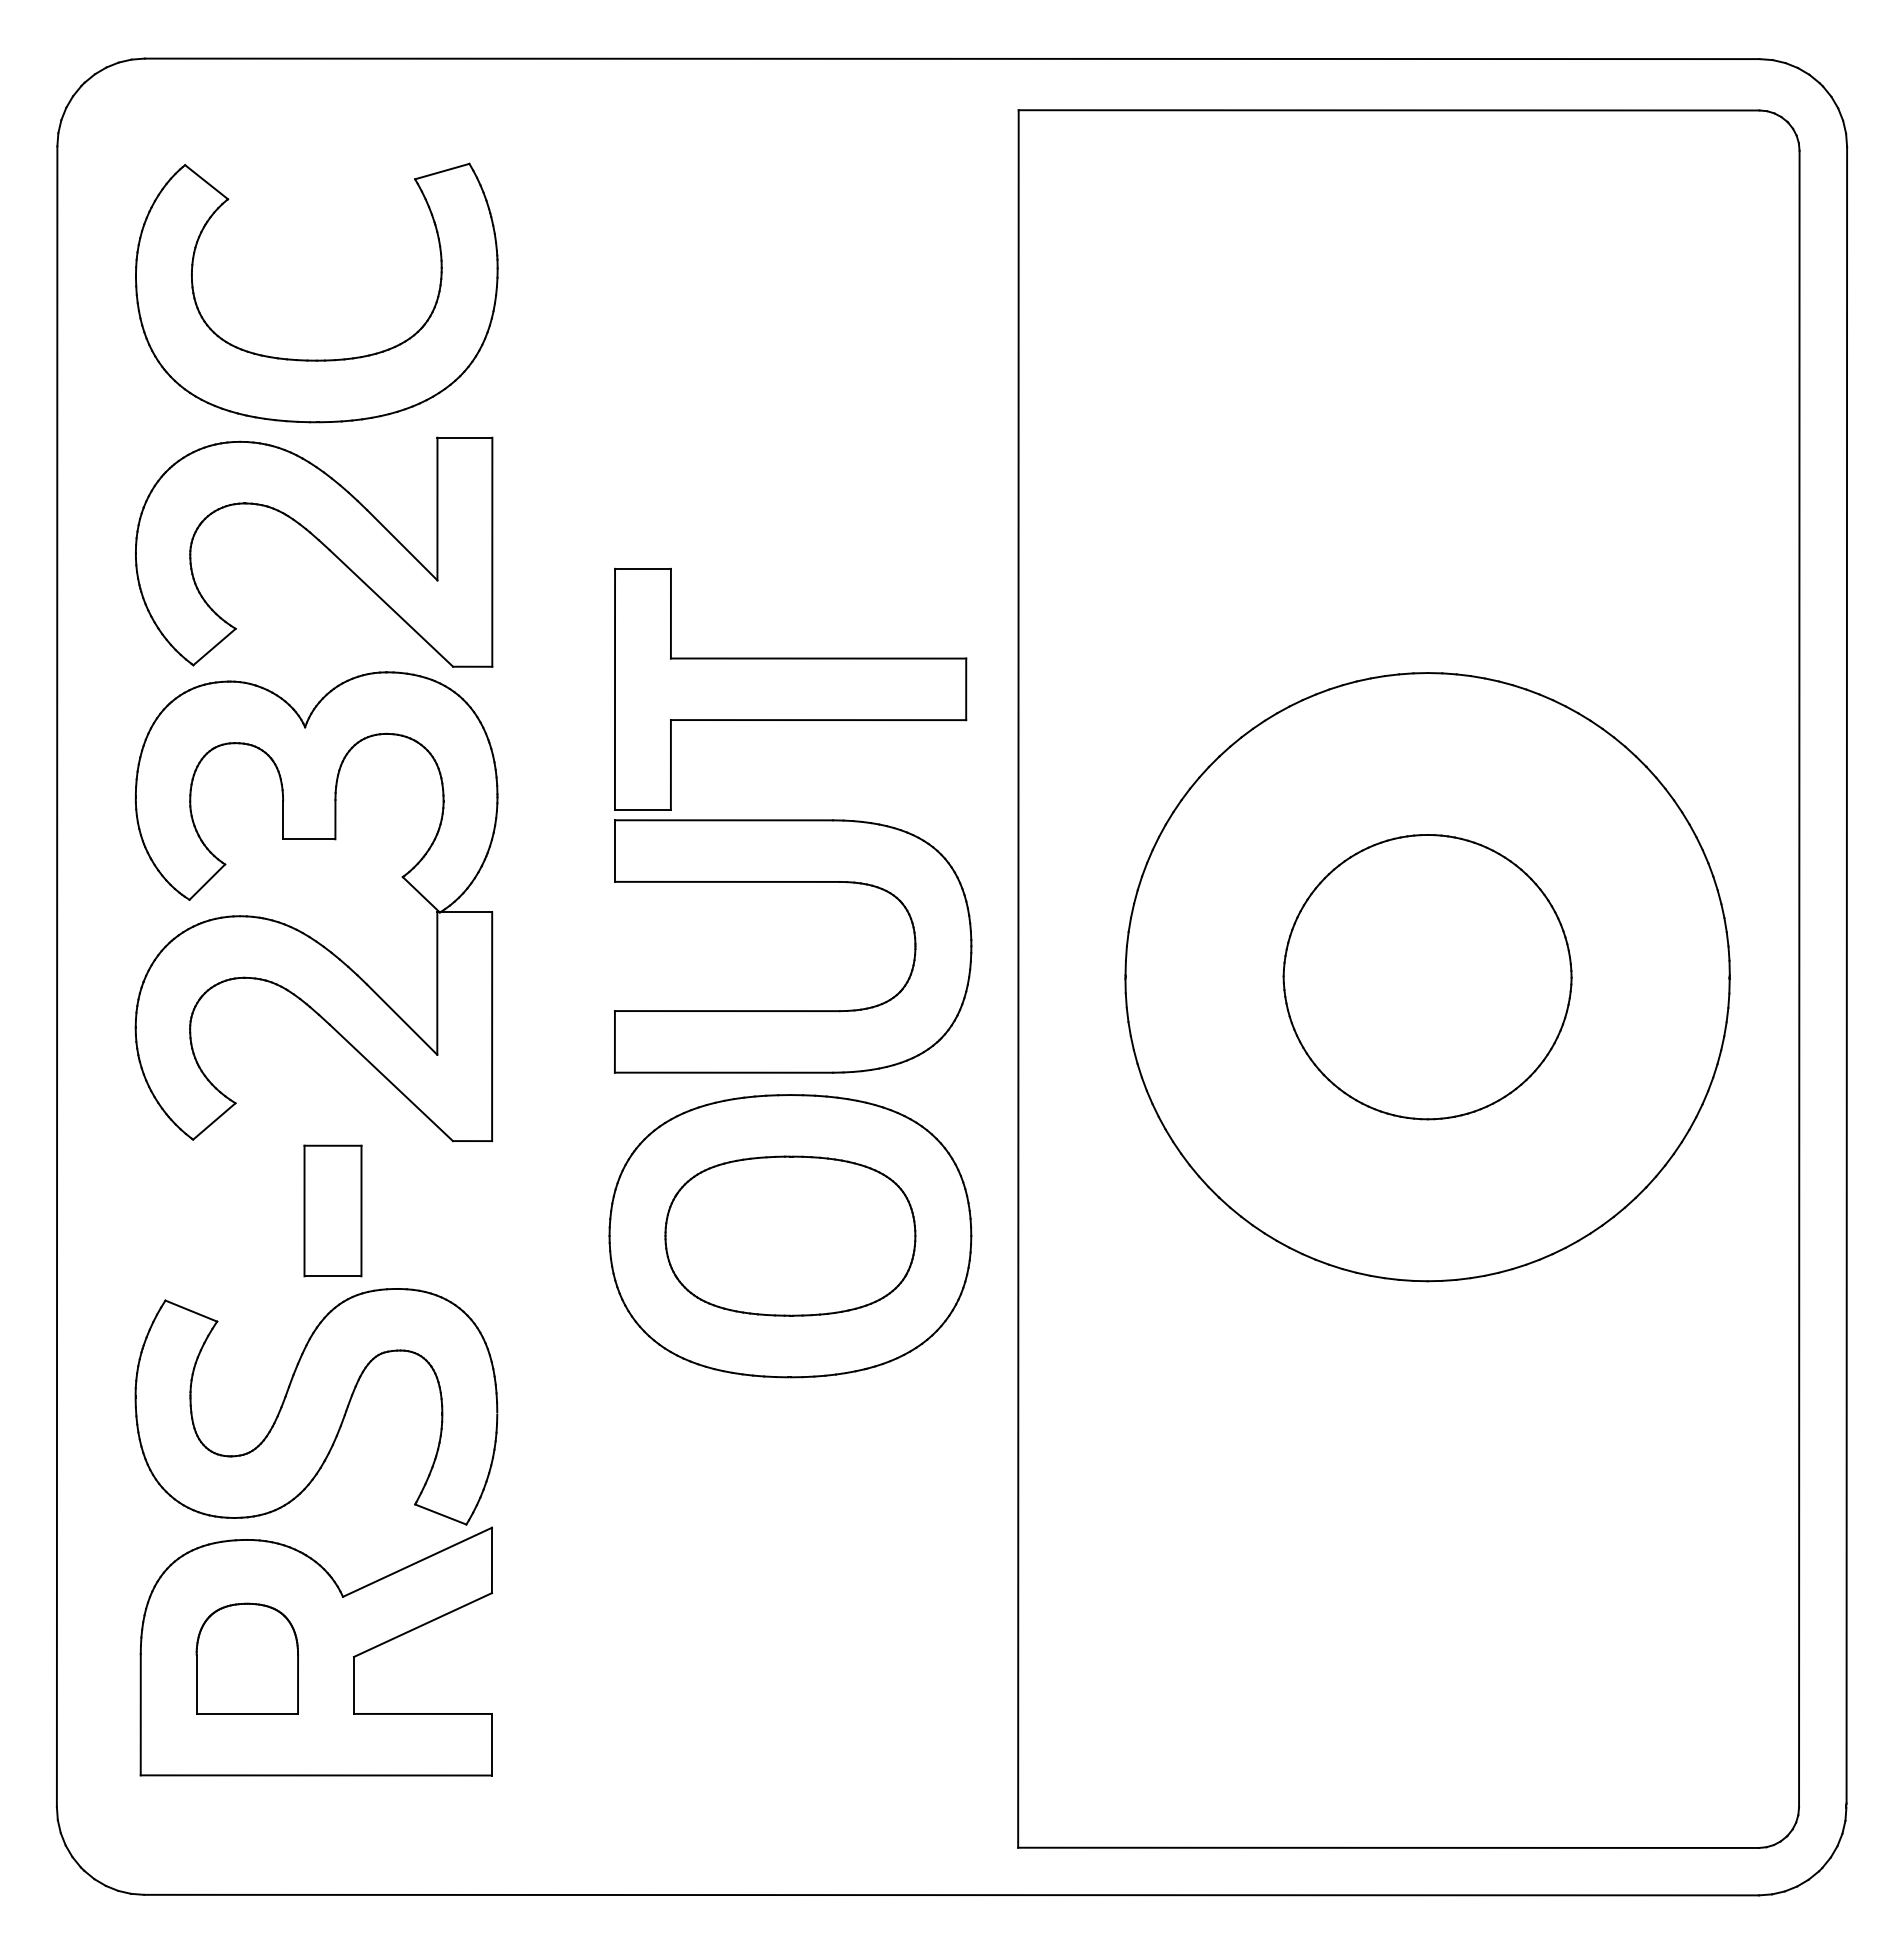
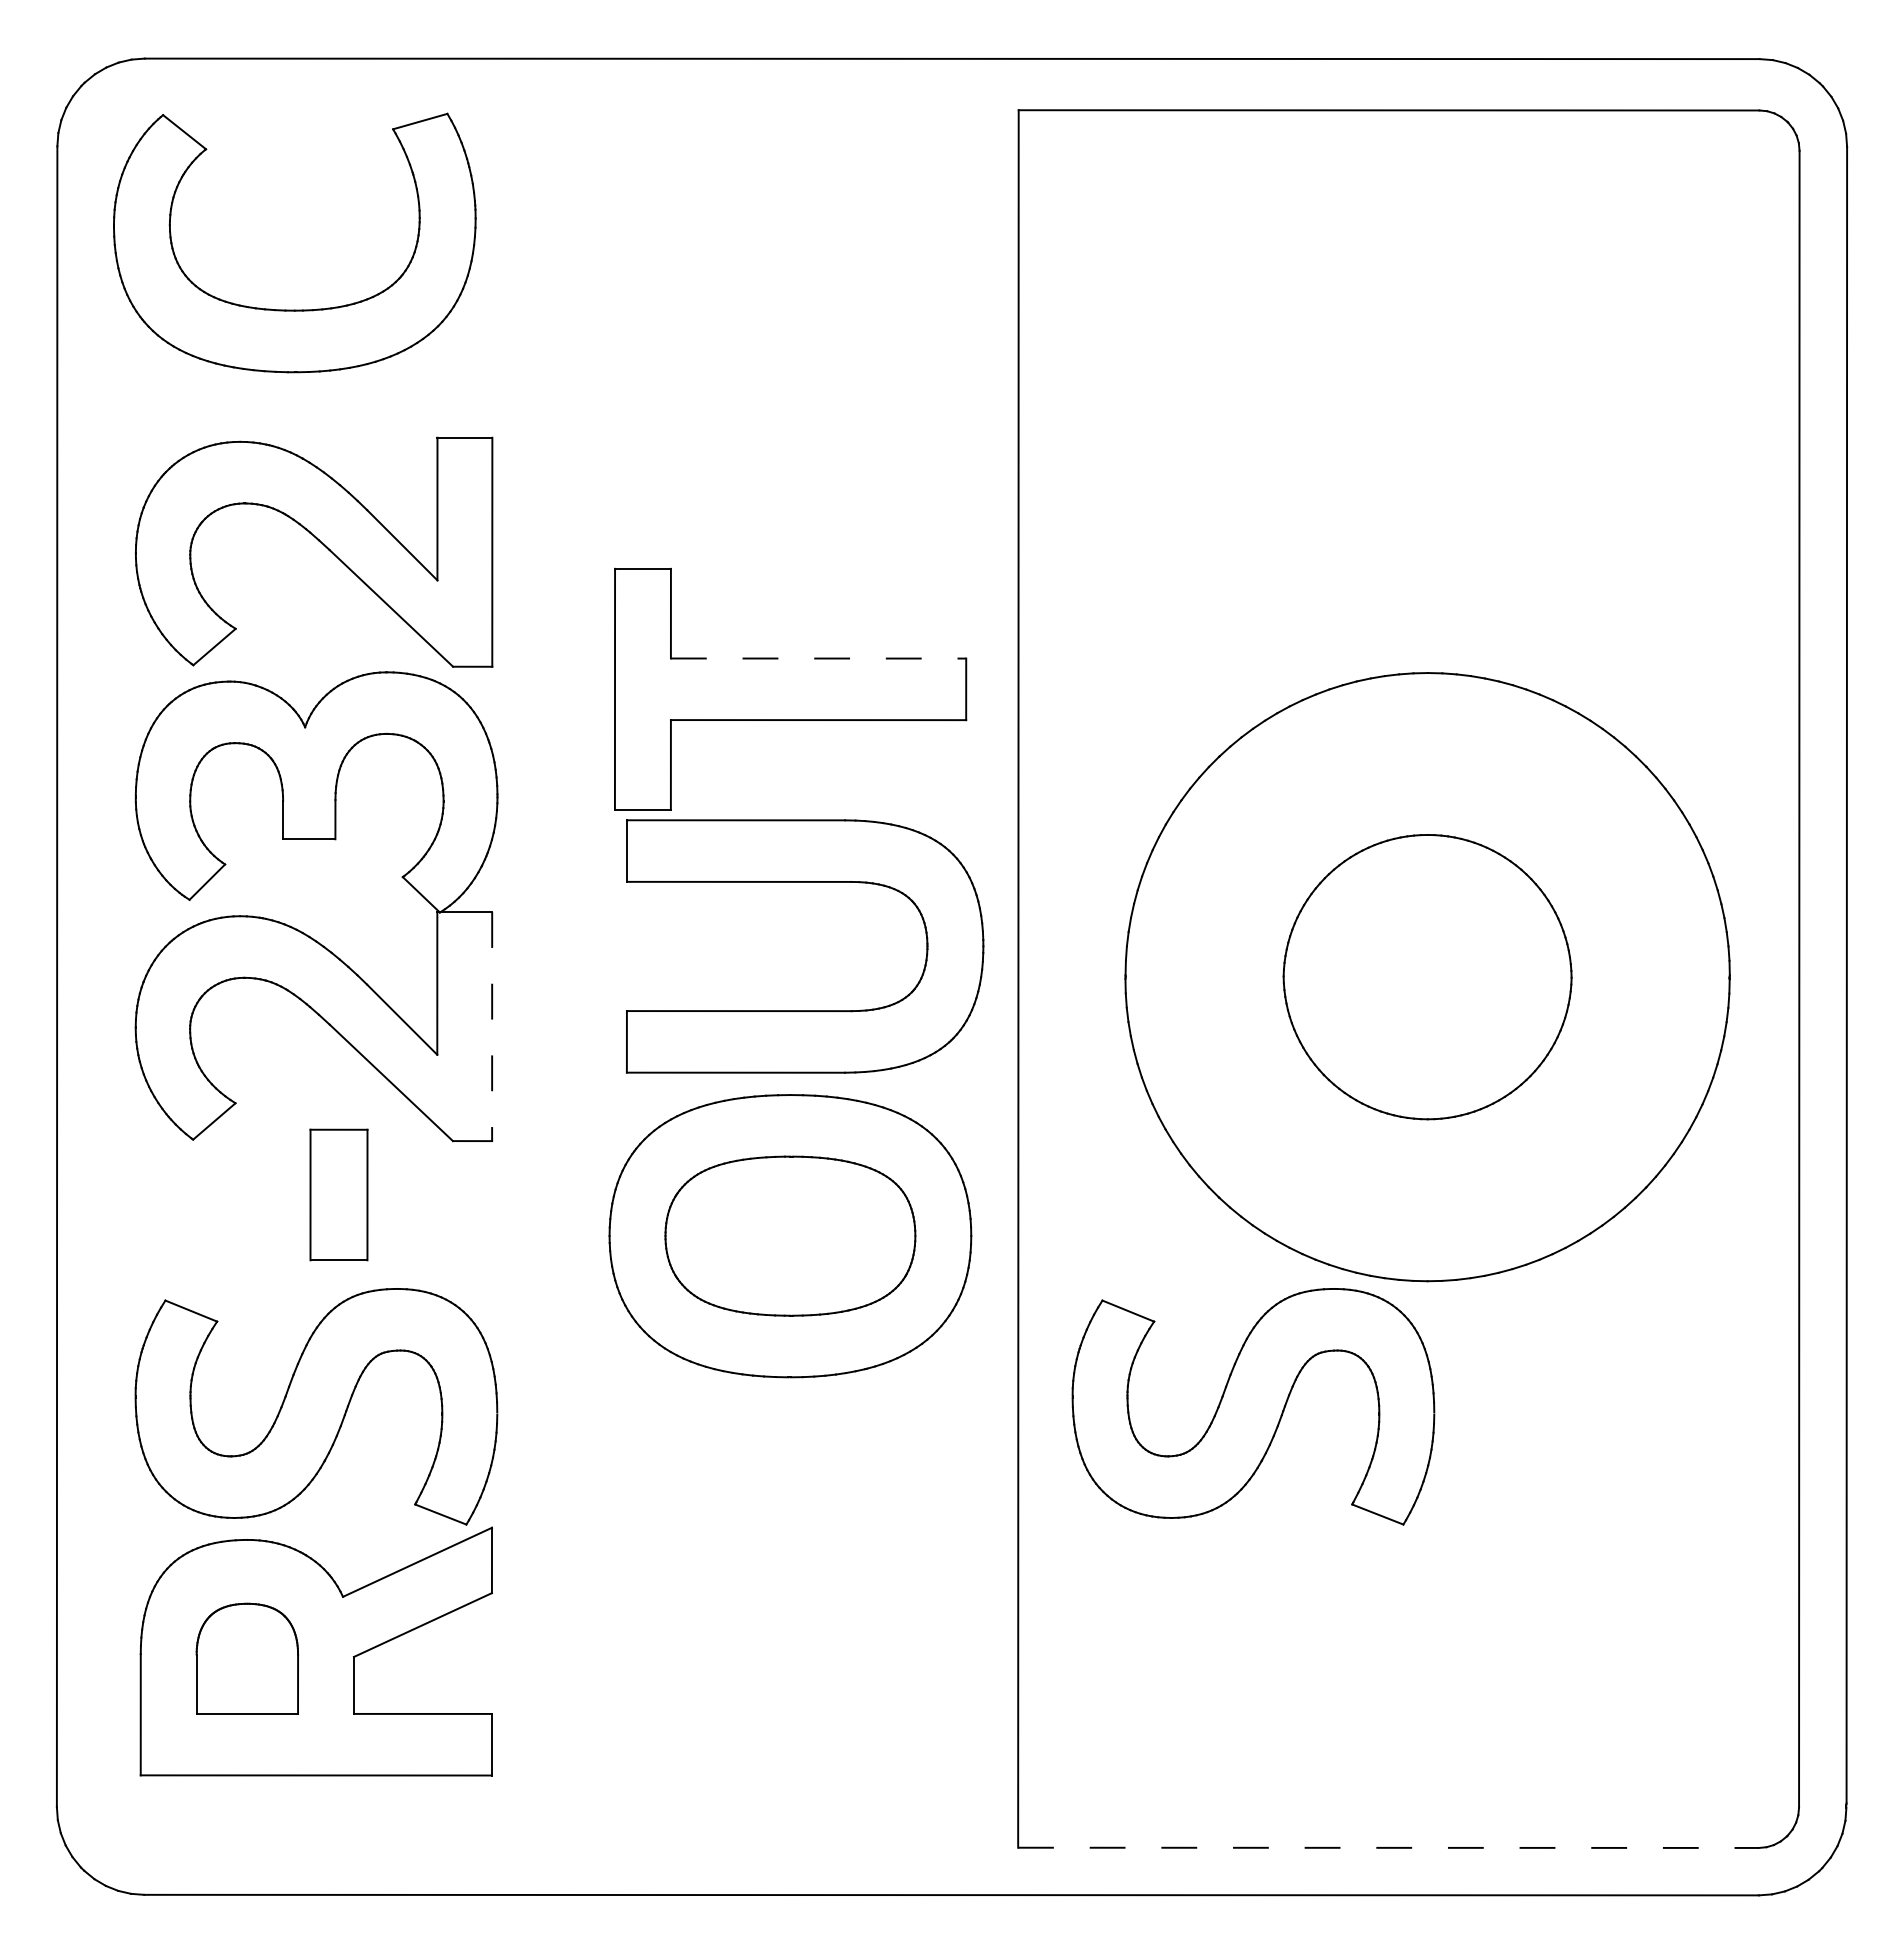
part at (316, 359) position: (316, 359) -> (294, 309)
line at (818, 658): solid -> dashed
part at (792, 882) position: (792, 882) -> (804, 882)
line at (492, 1026): solid -> dashed
part at (332, 1210) position: (332, 1210) -> (338, 1194)
part at (1253, 1406): none -> present
line at (1389, 1847): solid -> dashed
